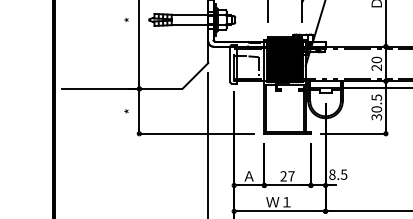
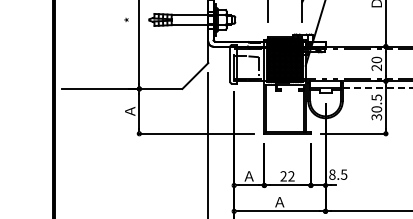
line at (377, 88): solid -> dashed
text at (129, 110): * -> Ａ
text at (291, 176): 27 -> 22
text at (278, 202): Ｗ１ -> Ａ
